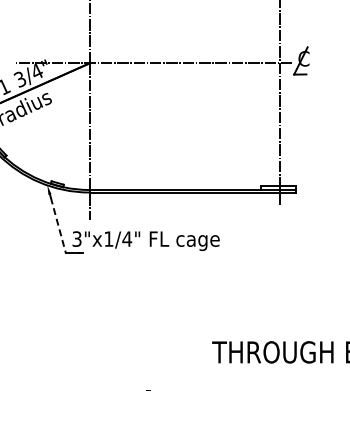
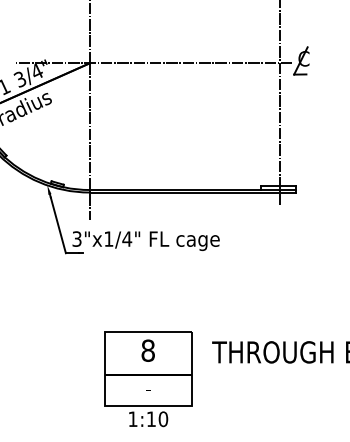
line at (58, 225): dashed -> solid
part at (148, 379): none -> present
